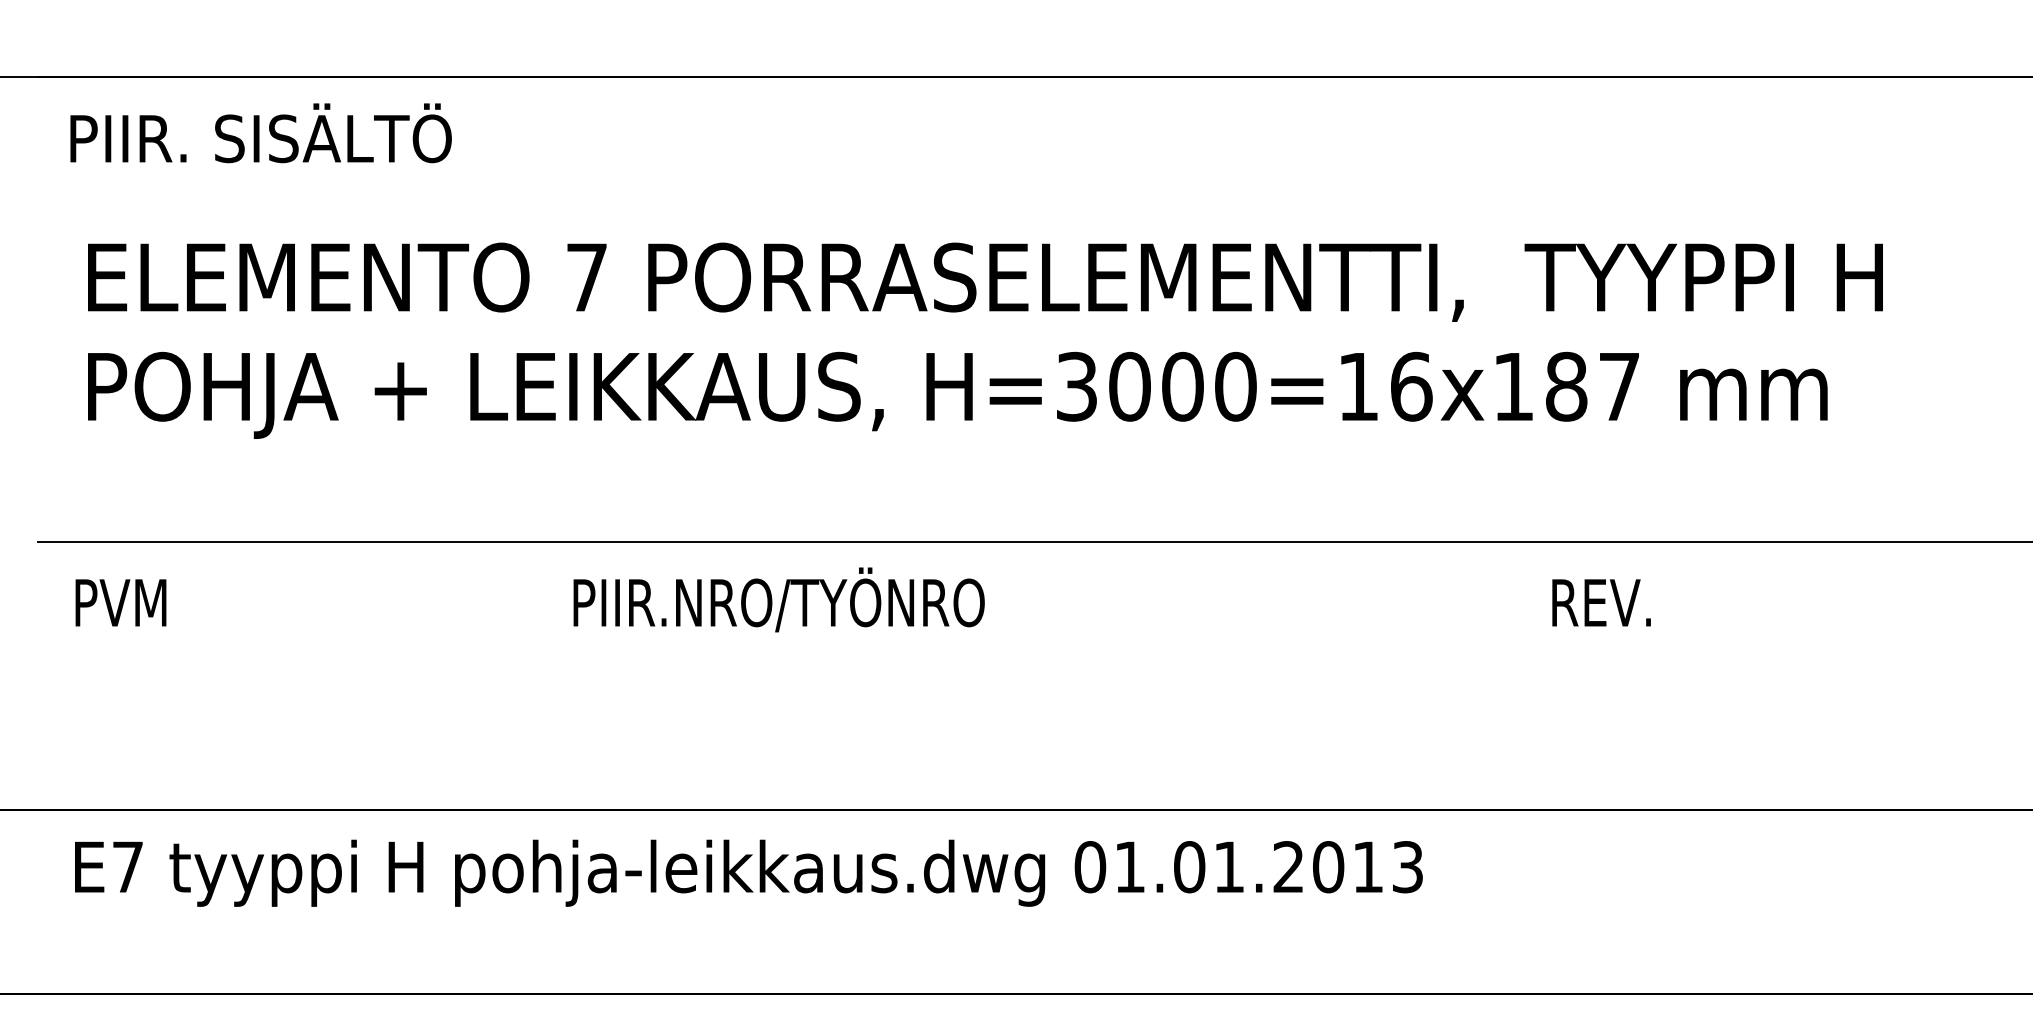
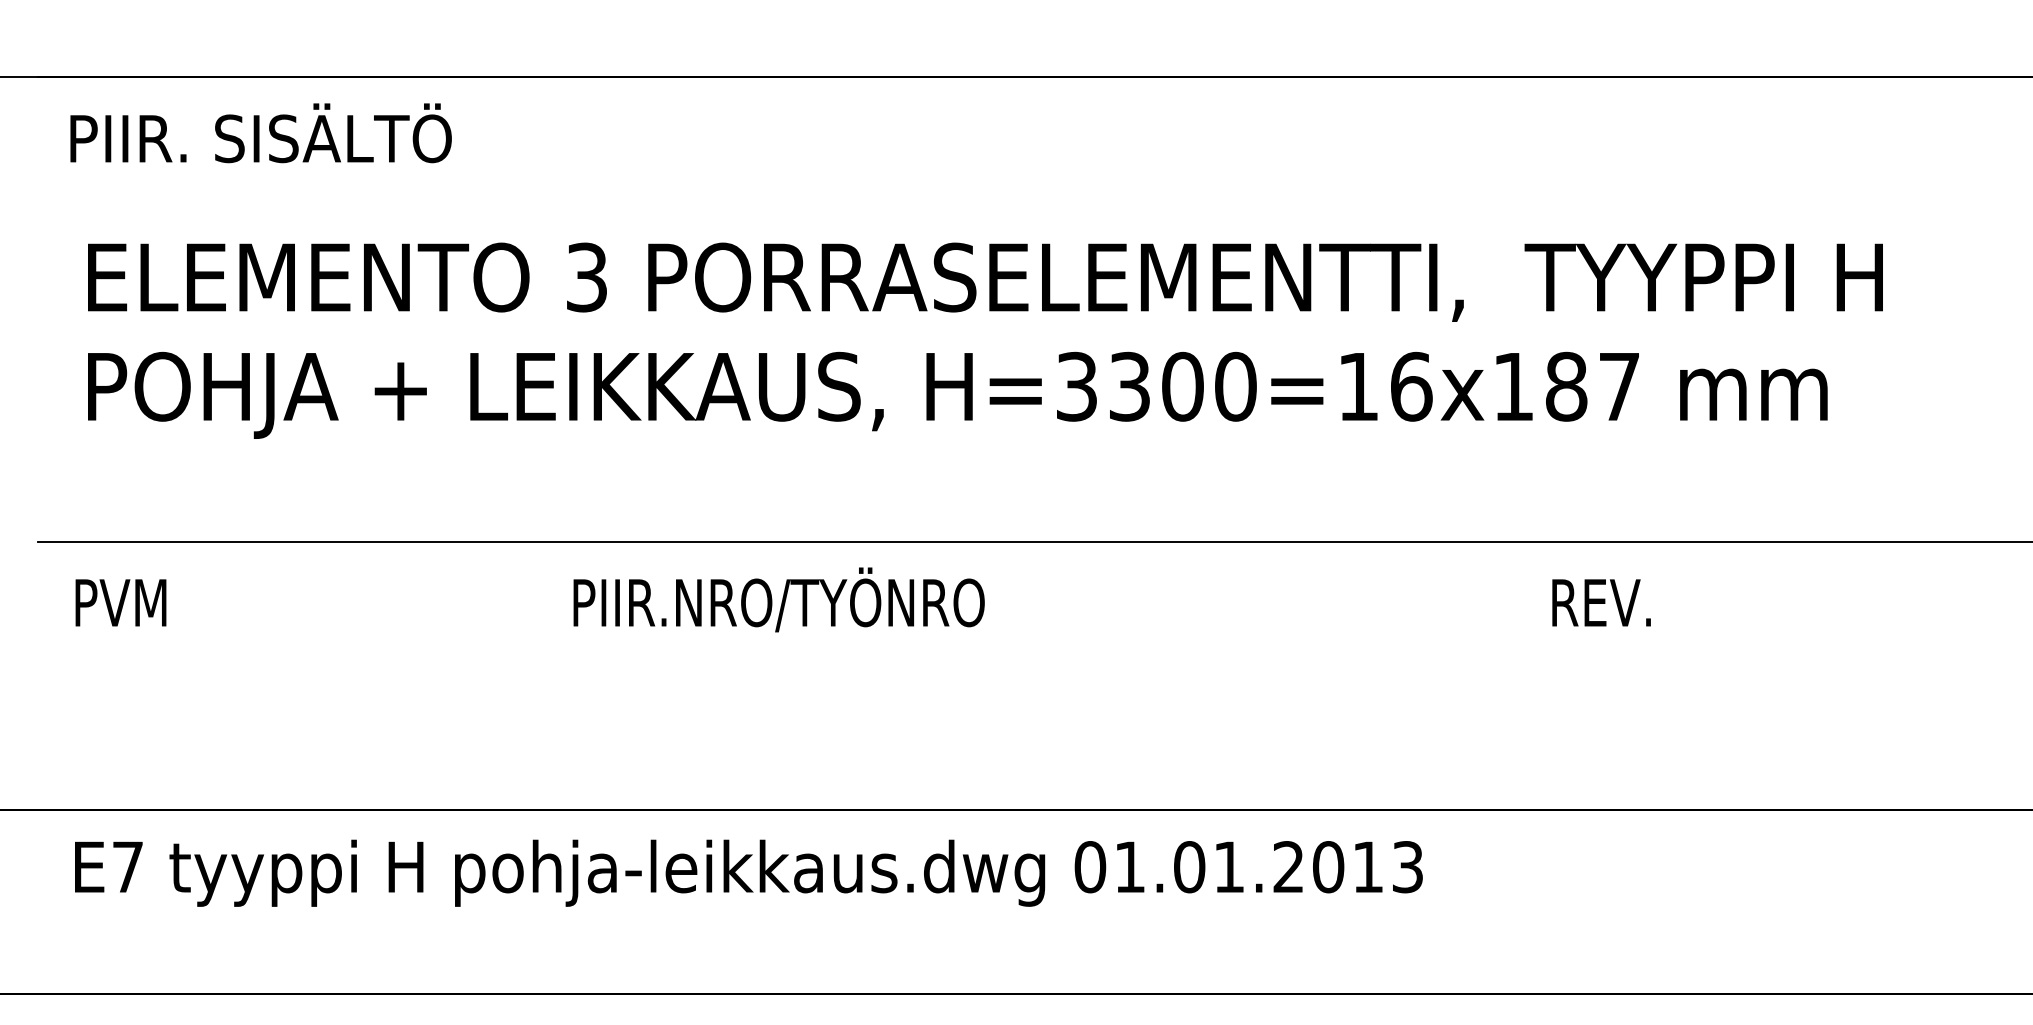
text at (586, 277): 7 -> 3
text at (1129, 386): H=3000=16x187 -> H=3300=16x187
